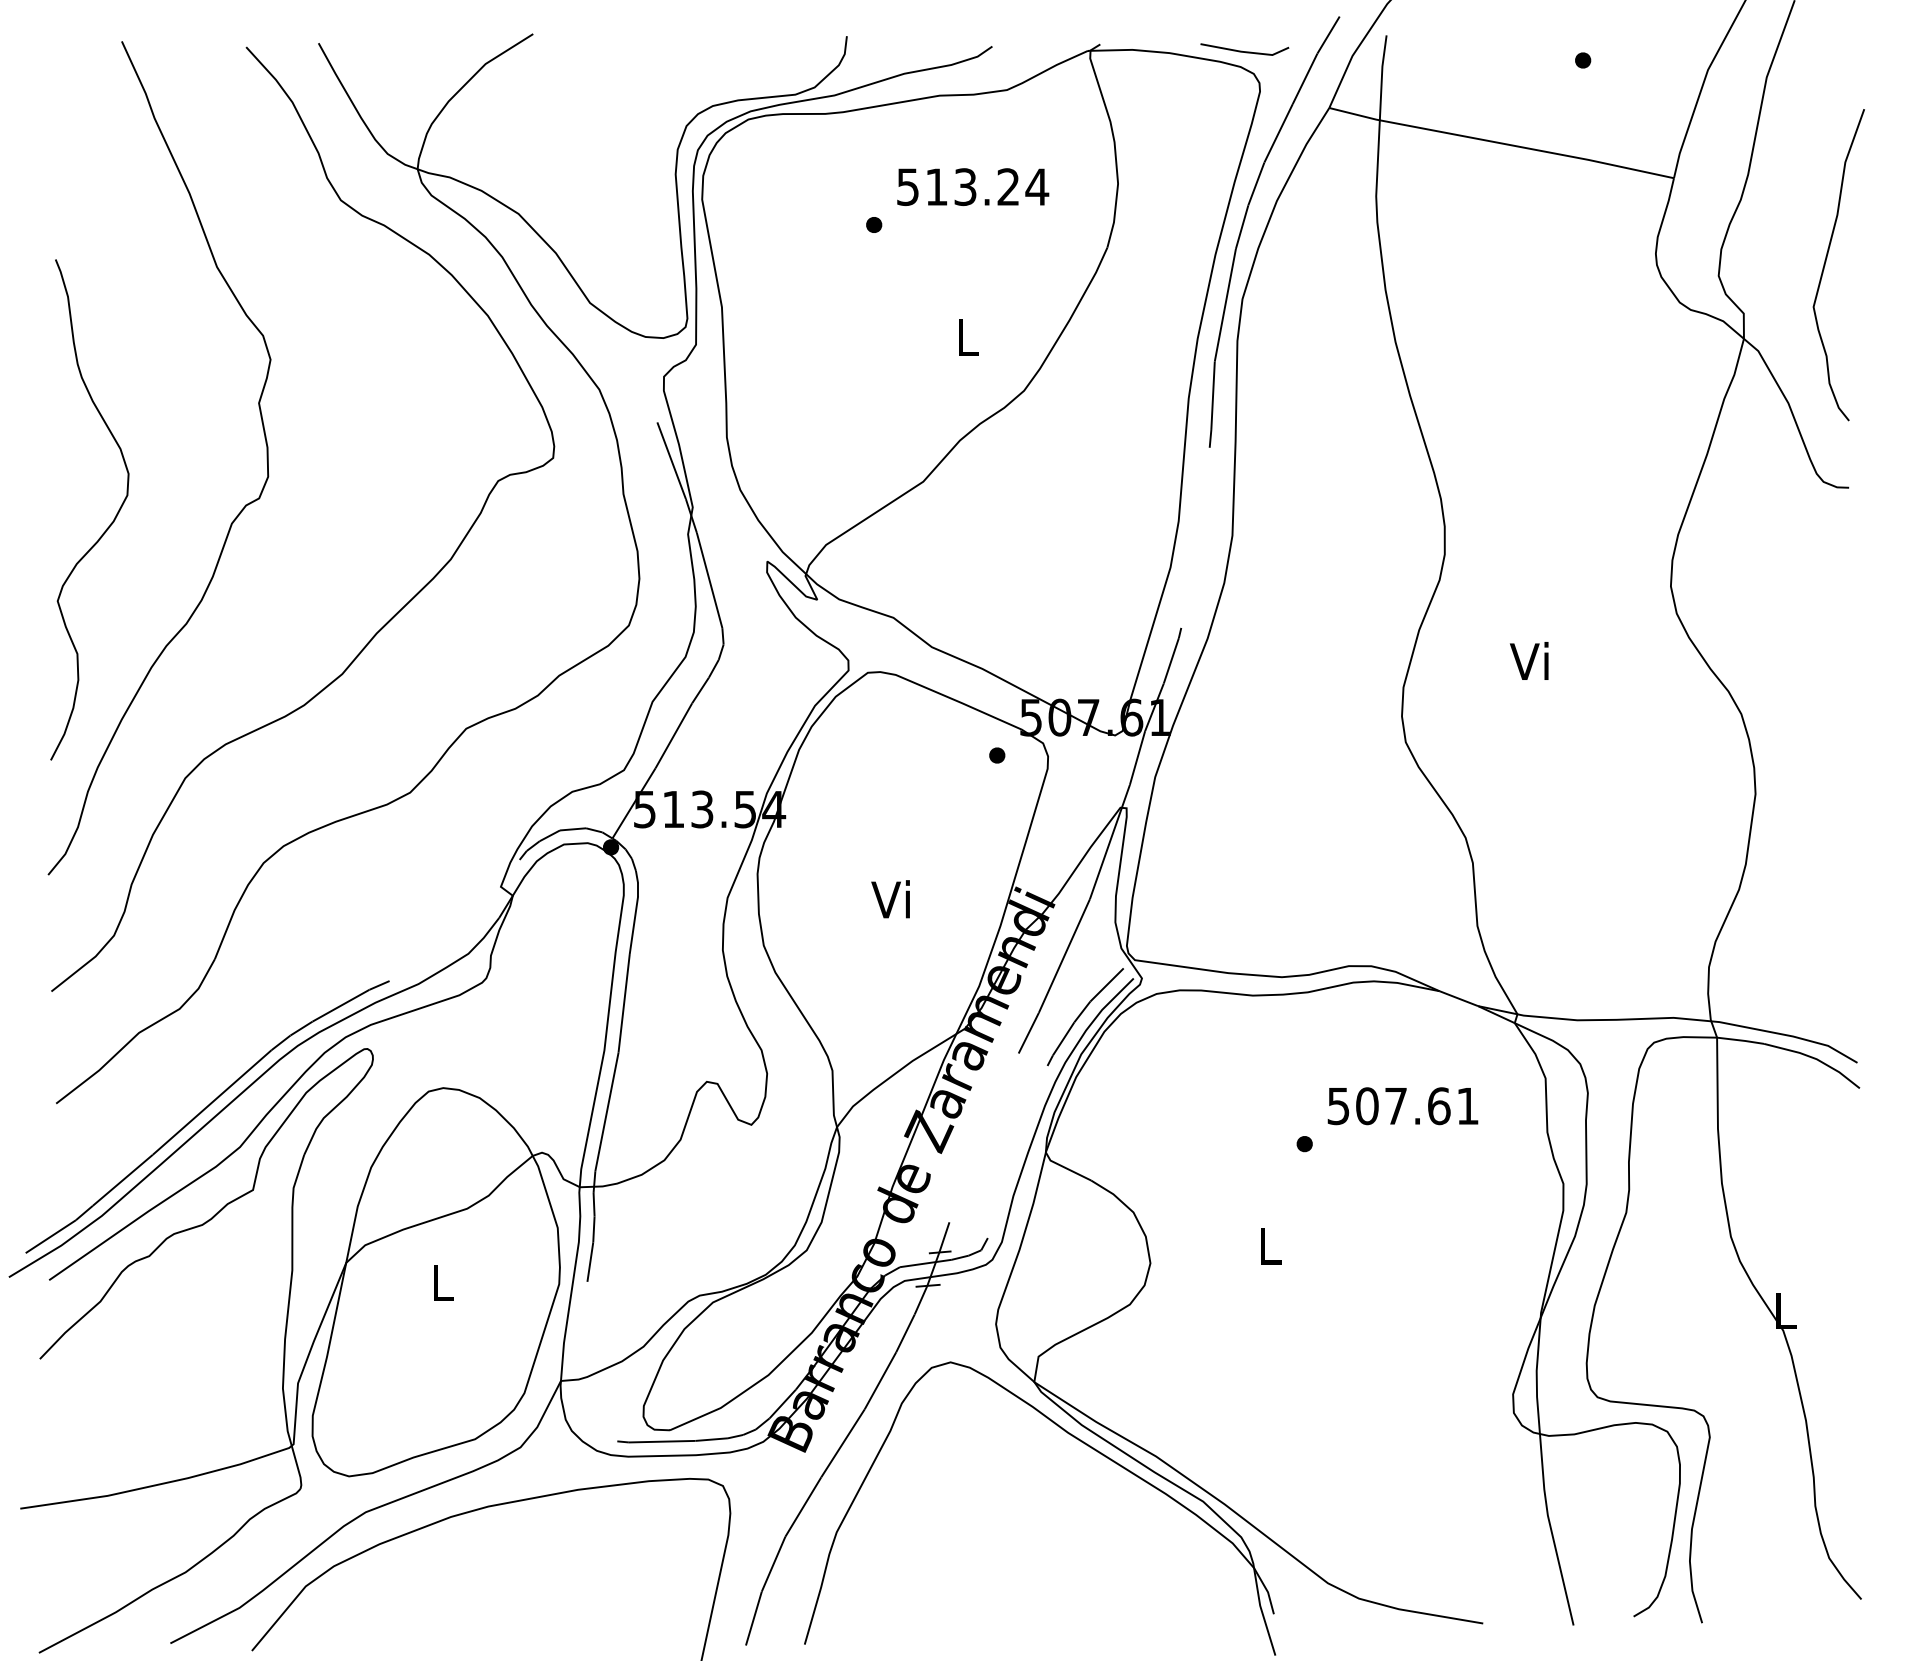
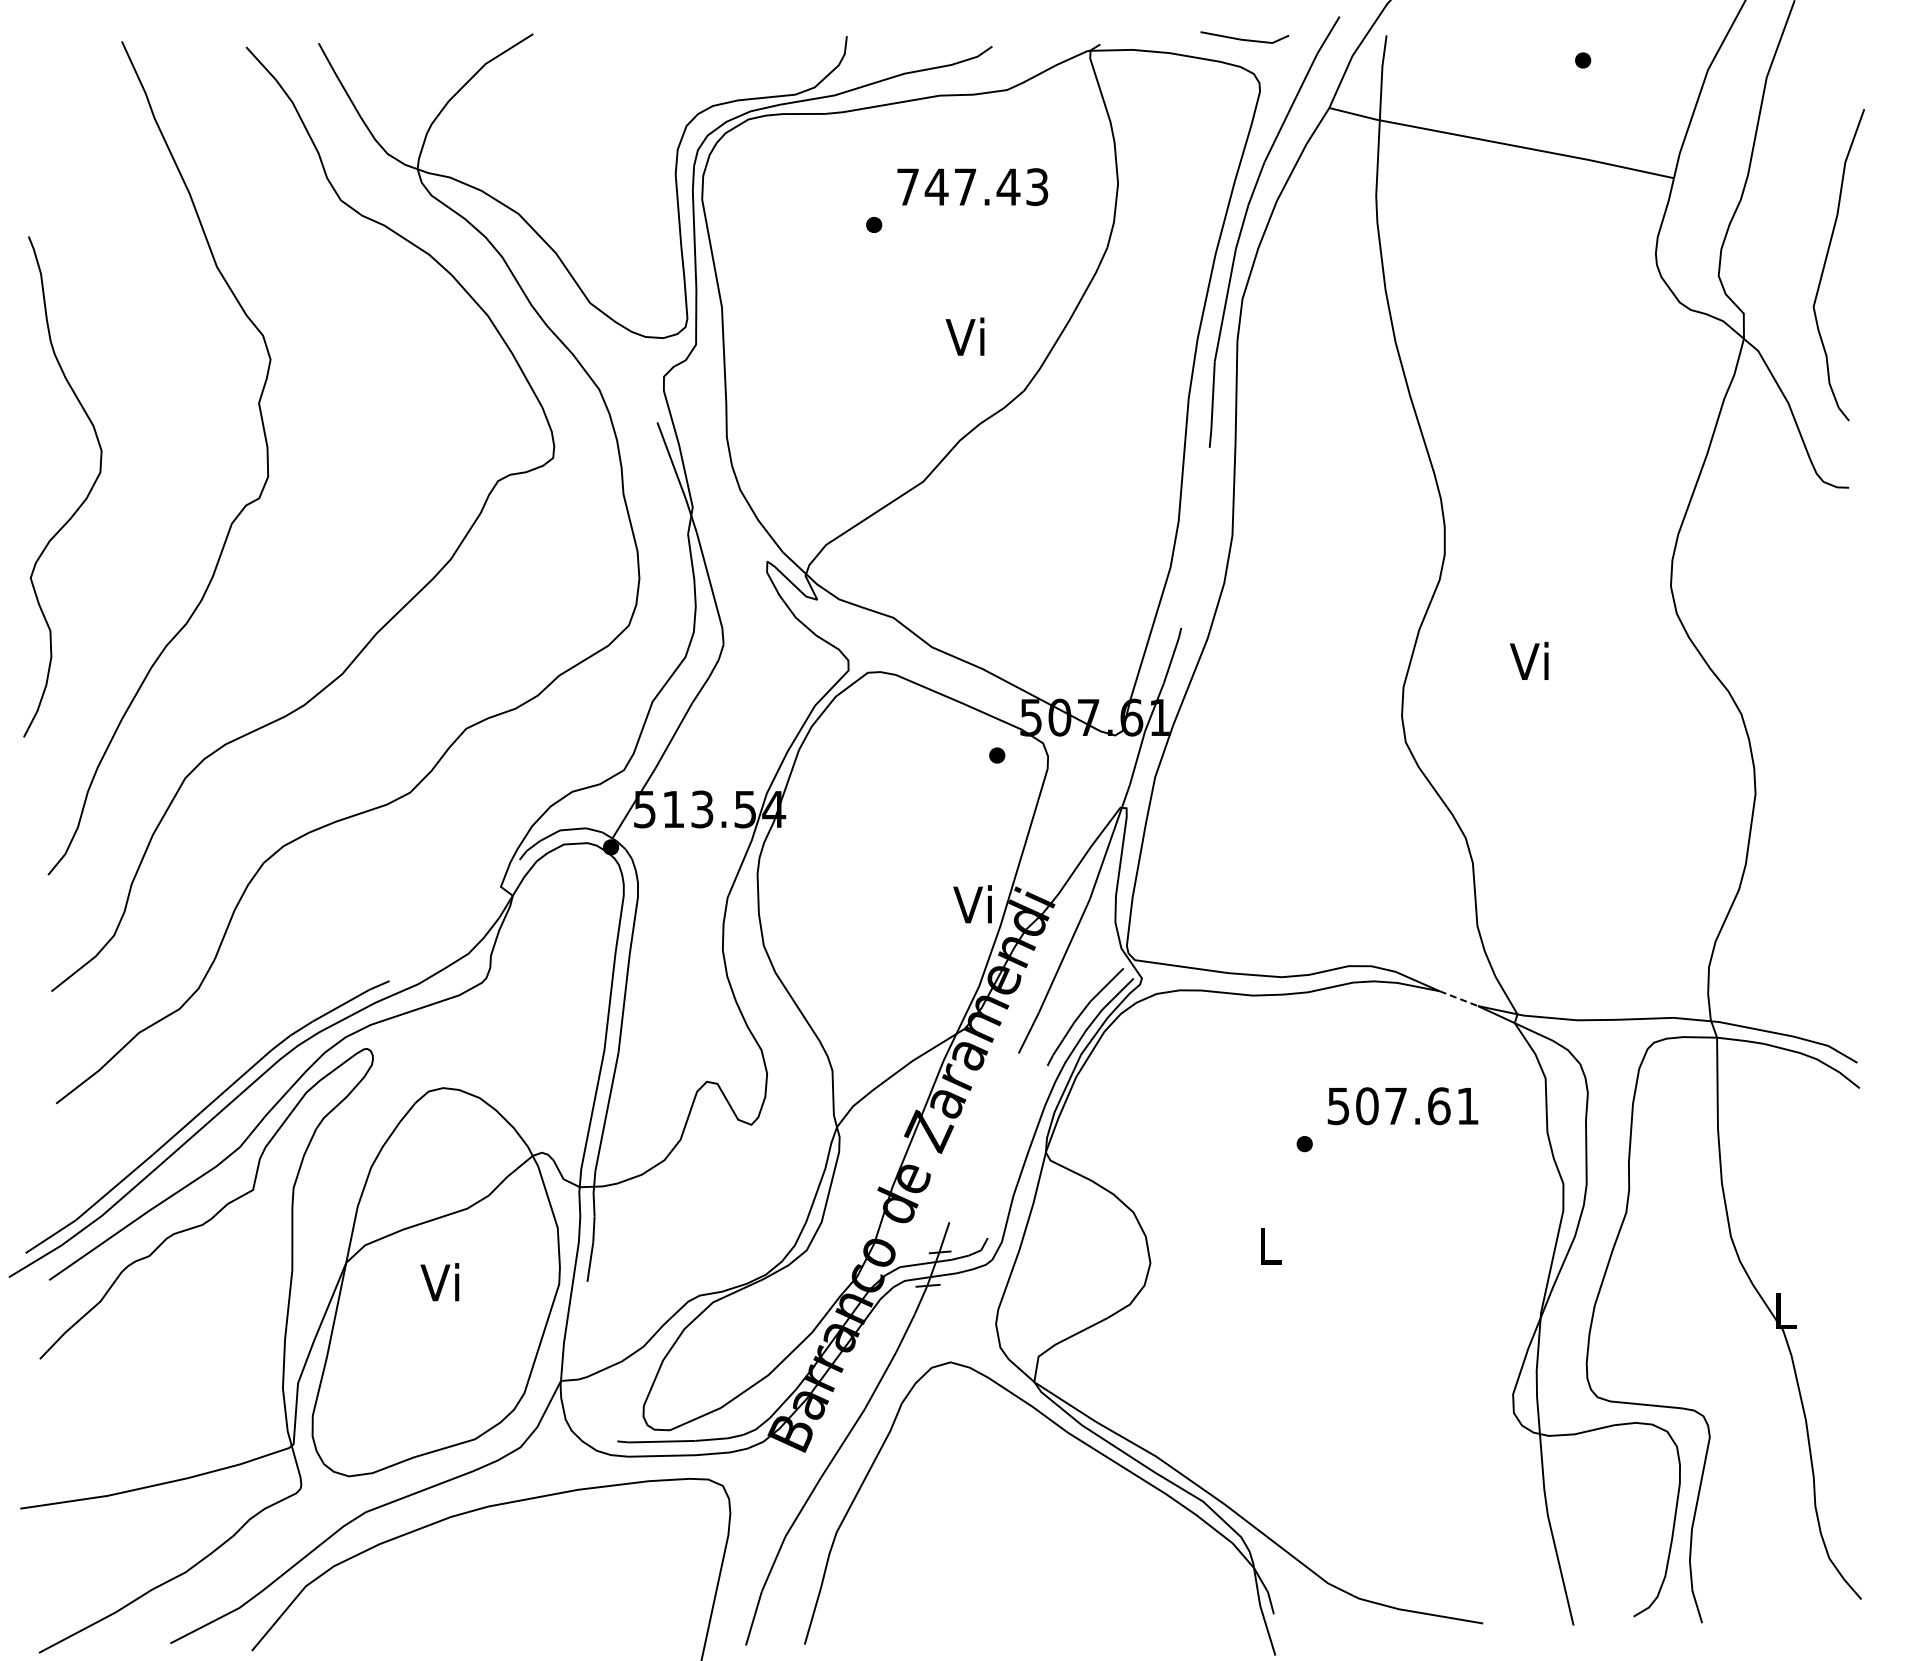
line at (1244, 51) position: (1244, 51) -> (1244, 39)
text at (973, 187): 513.24 -> 747.43
text at (964, 336): L -> Vi
curve at (110, 523) position: (110, 523) -> (83, 500)
text at (890, 899) position: (890, 899) -> (972, 904)
line at (1458, 998): solid -> dashed
text at (439, 1282): L -> Vi
